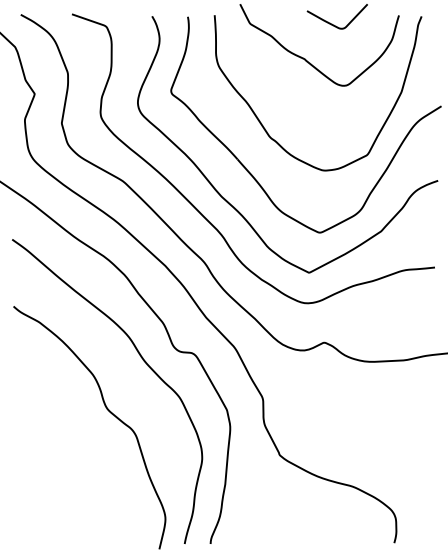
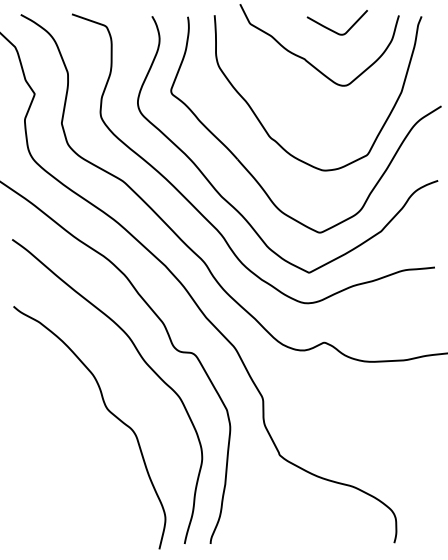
curve at (332, 23) position: (332, 23) -> (332, 29)
